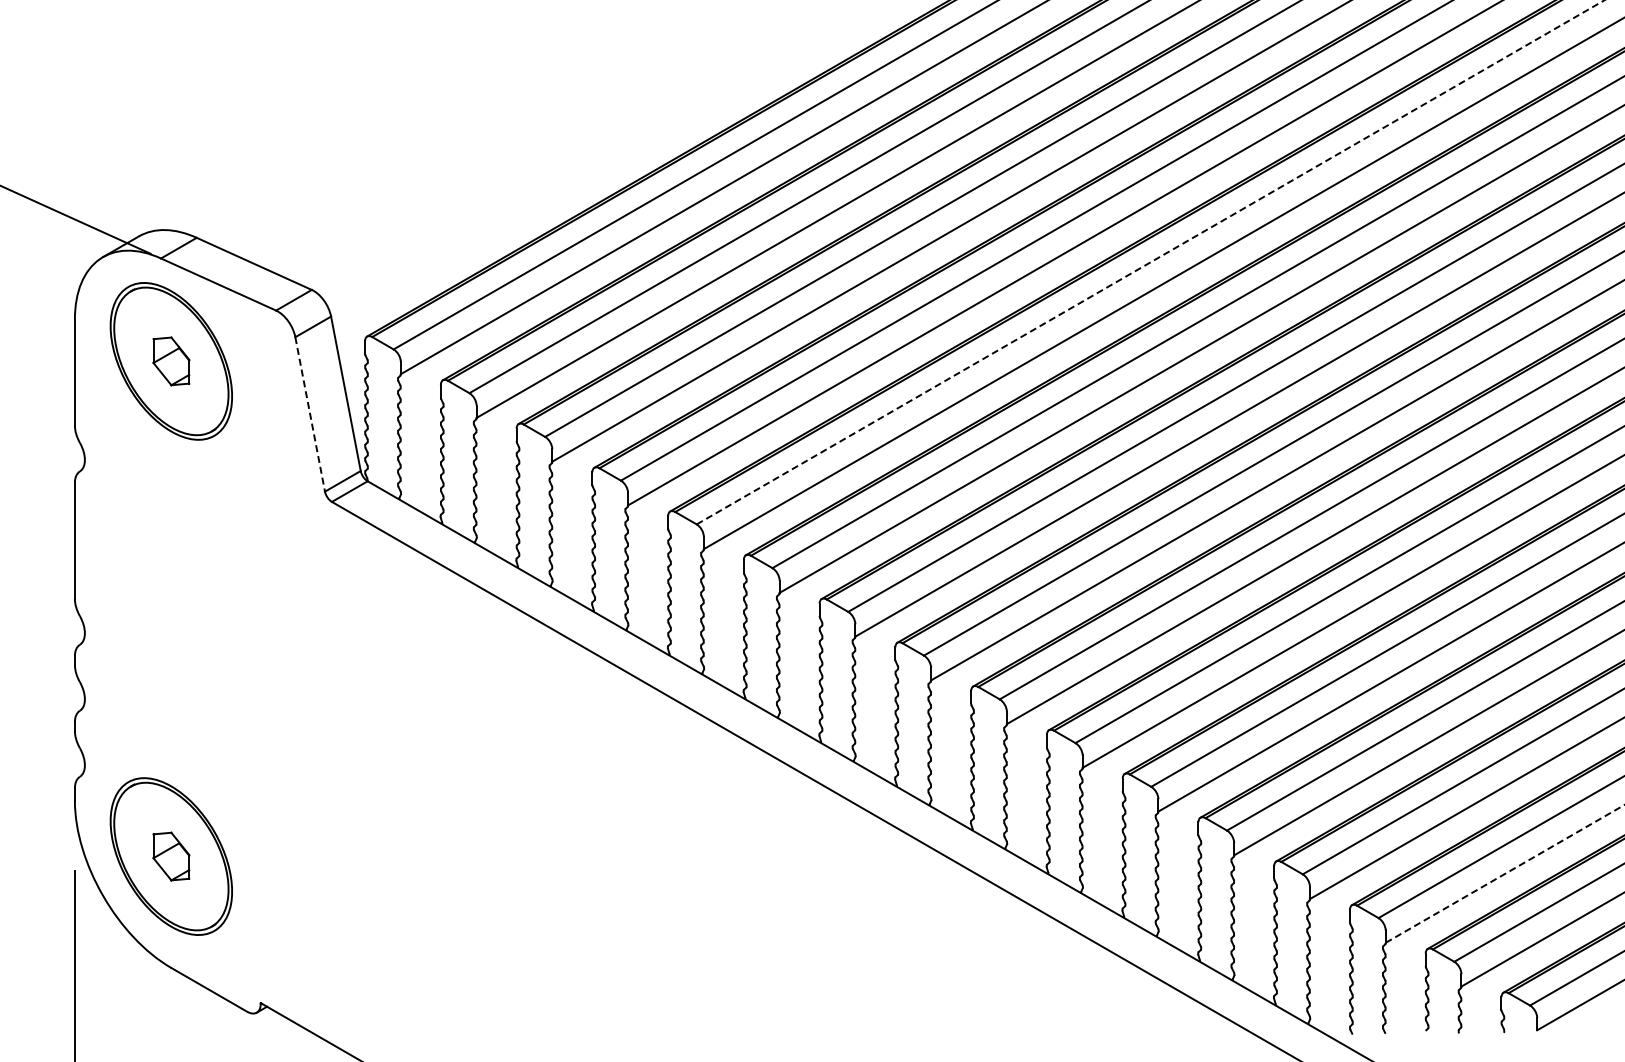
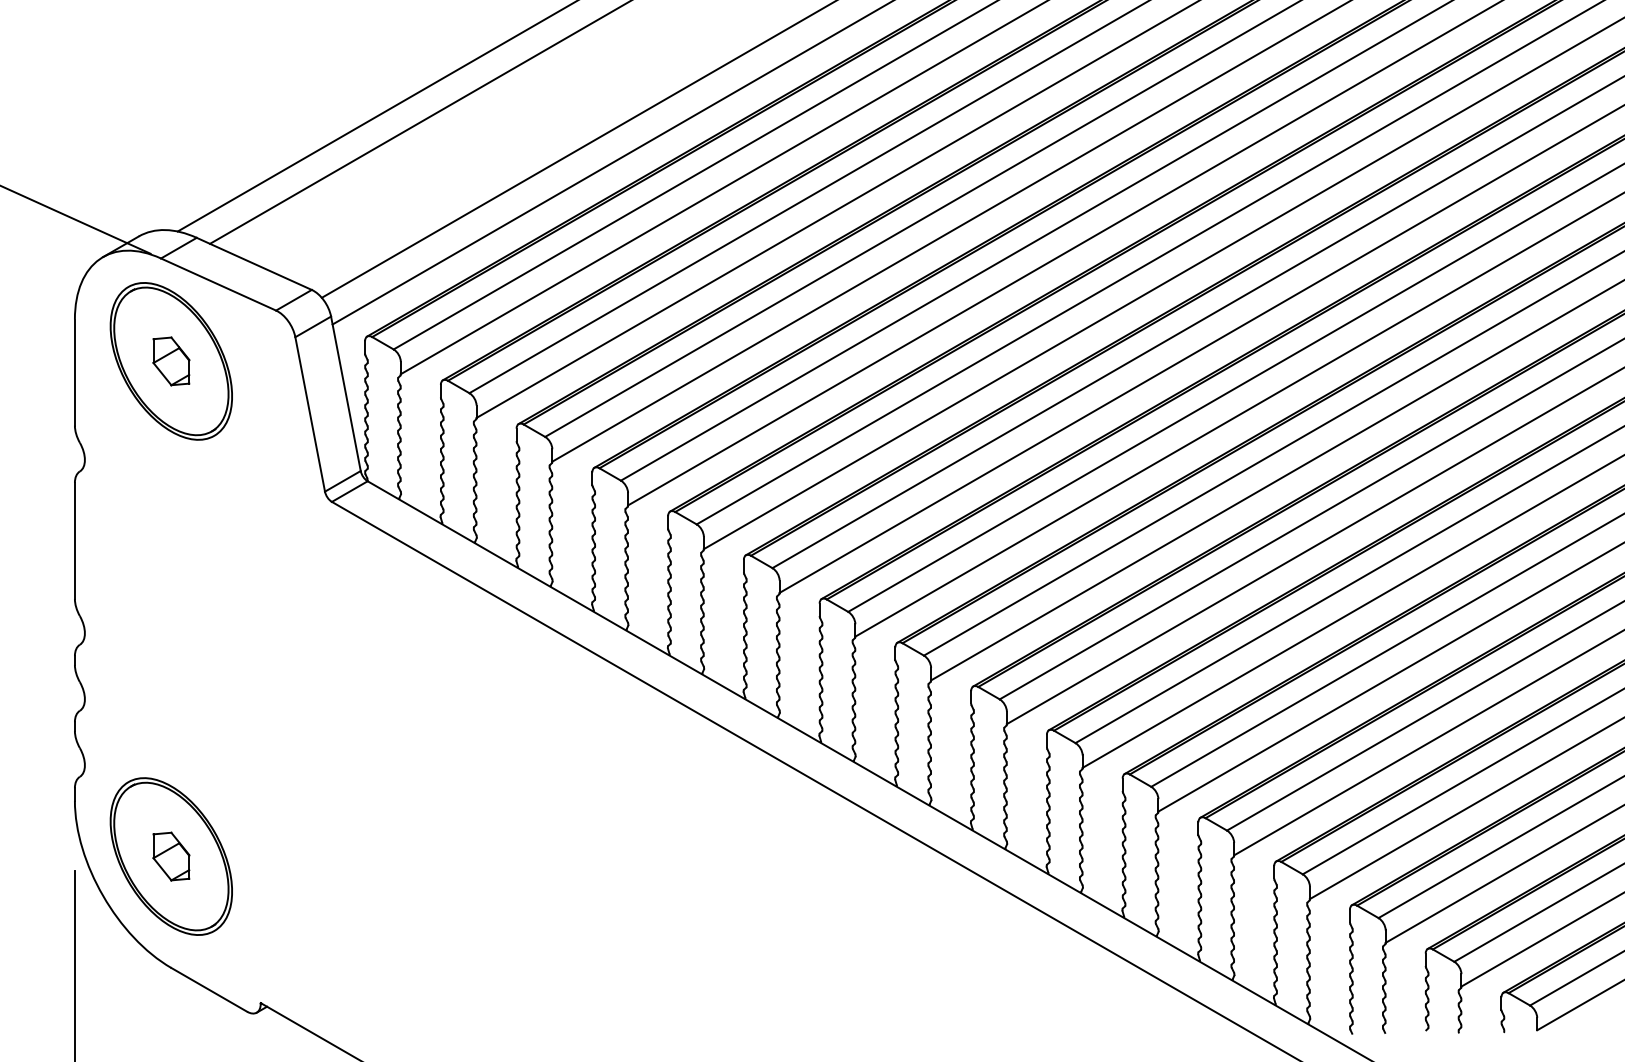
line at (375, 116): none -> present
line at (419, 122): none -> present
line at (577, 149): none -> present
line at (611, 163): none -> present
line at (1150, 262): dashed -> solid
line at (310, 414): dashed -> solid
line at (1505, 873): dashed -> solid
